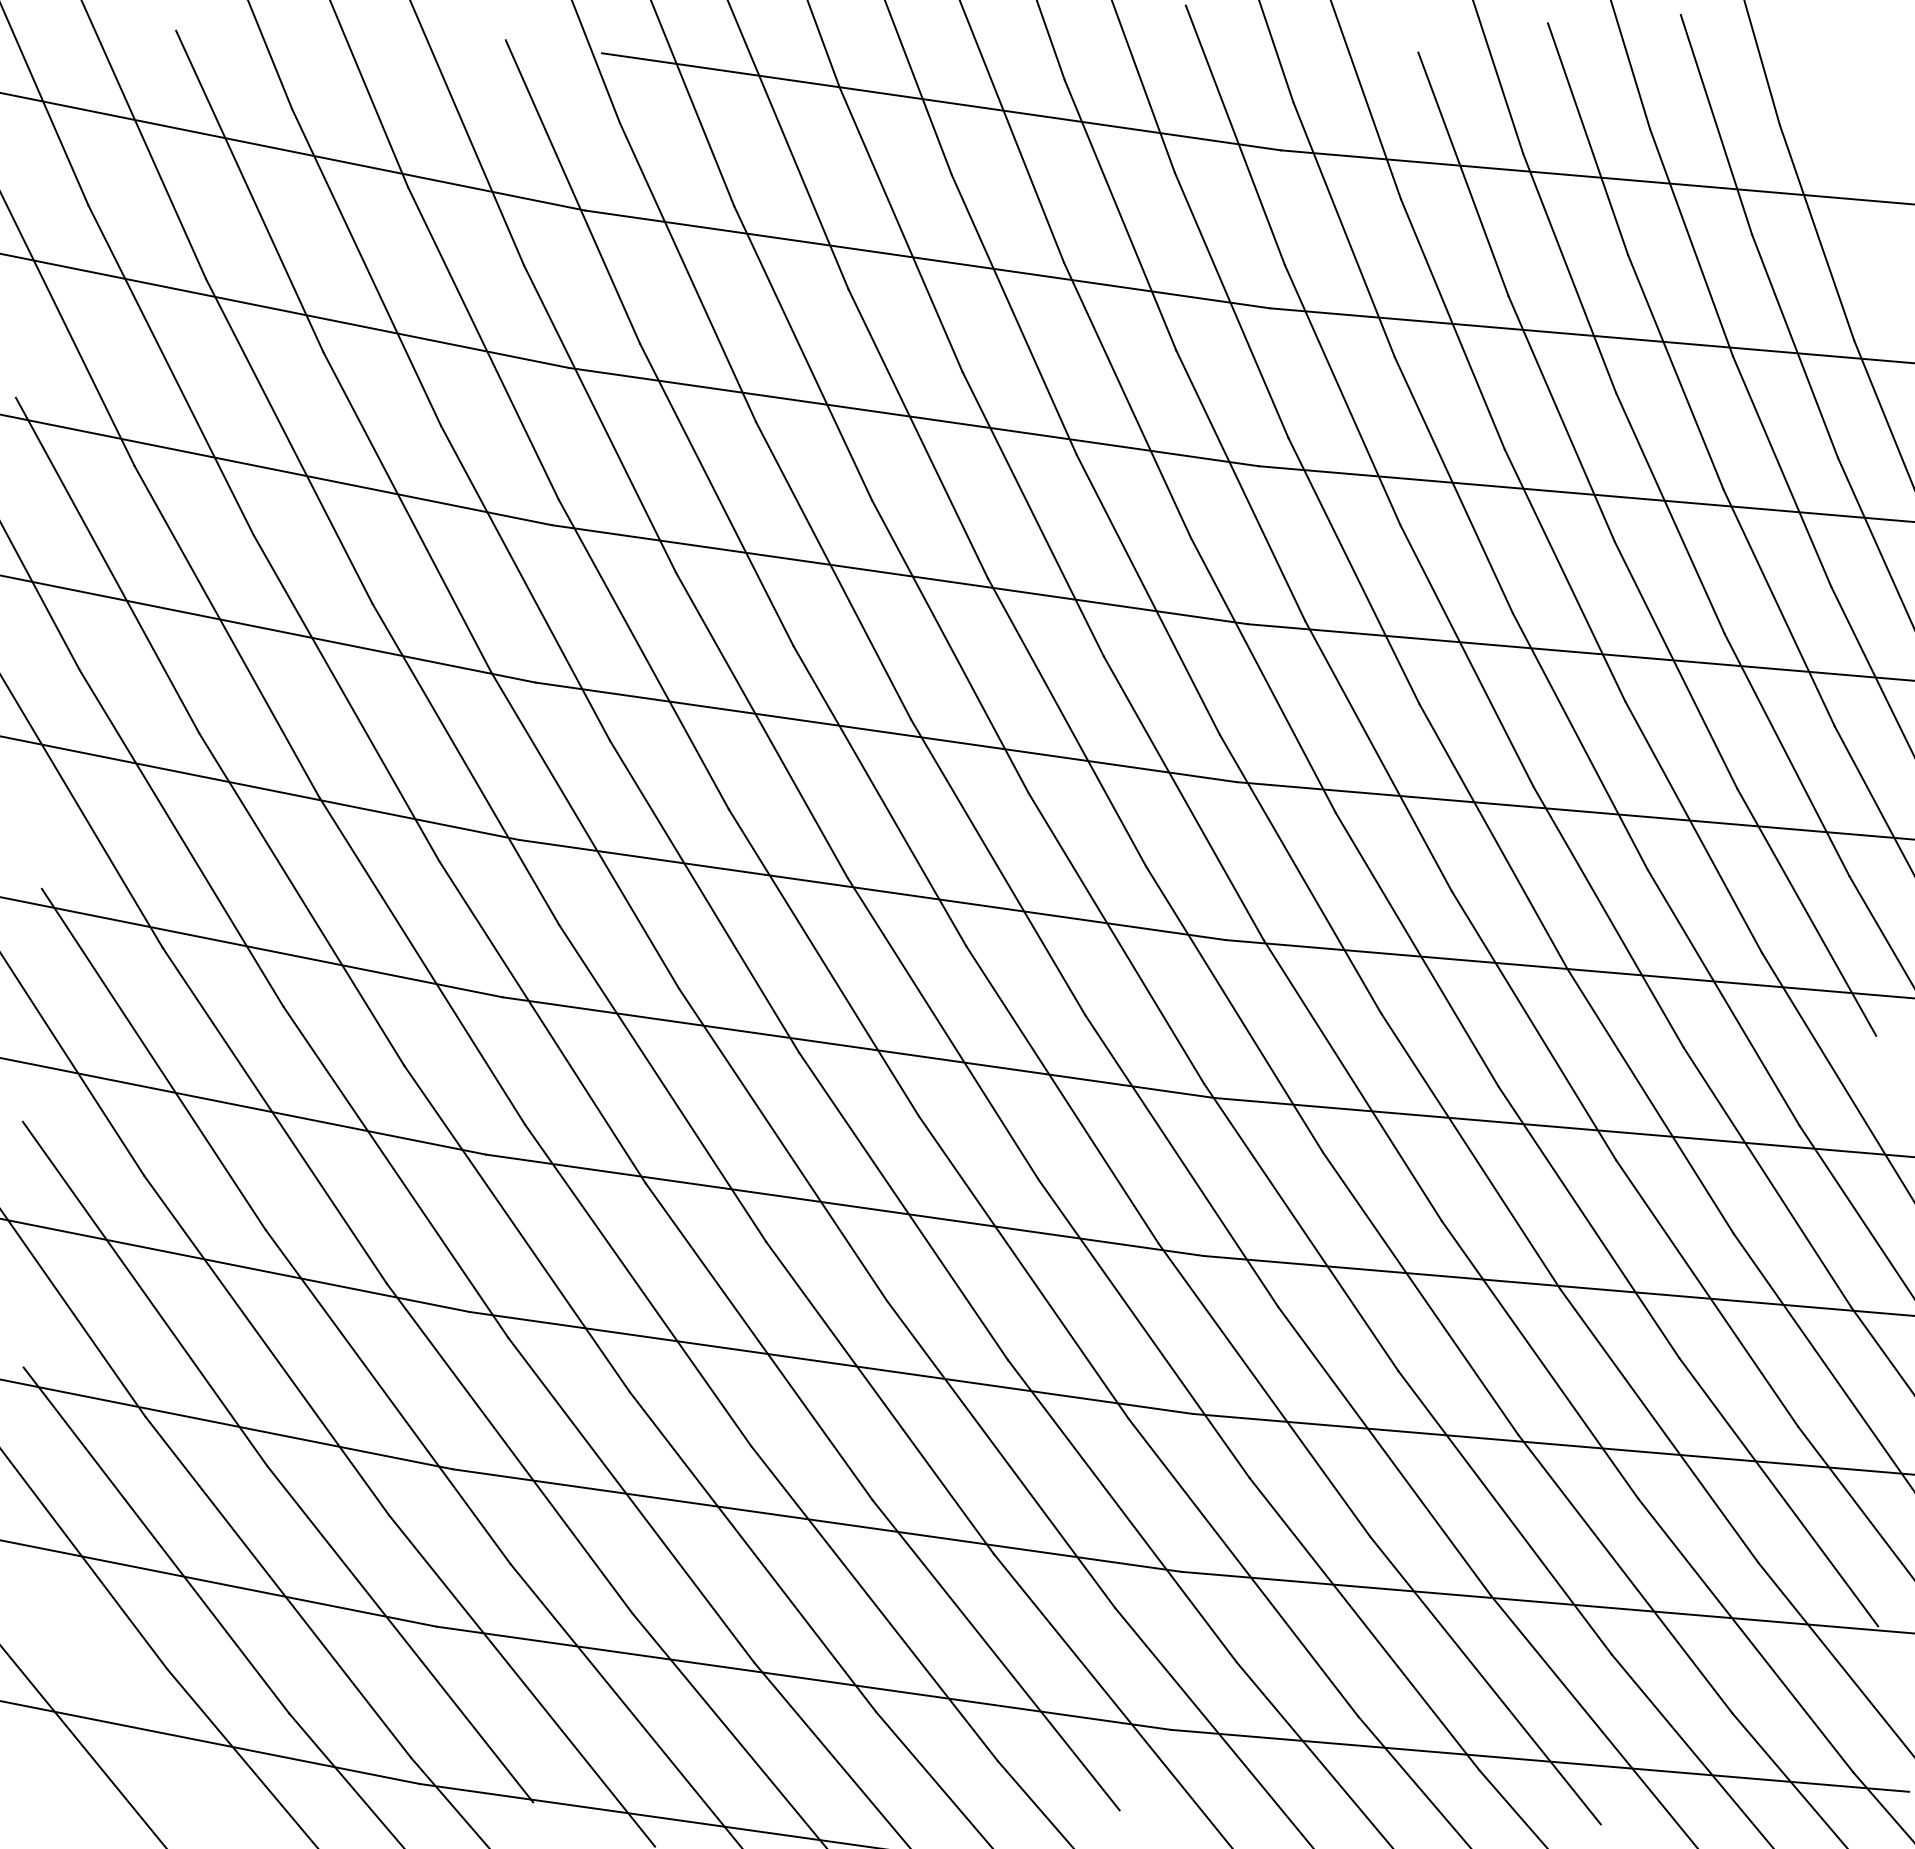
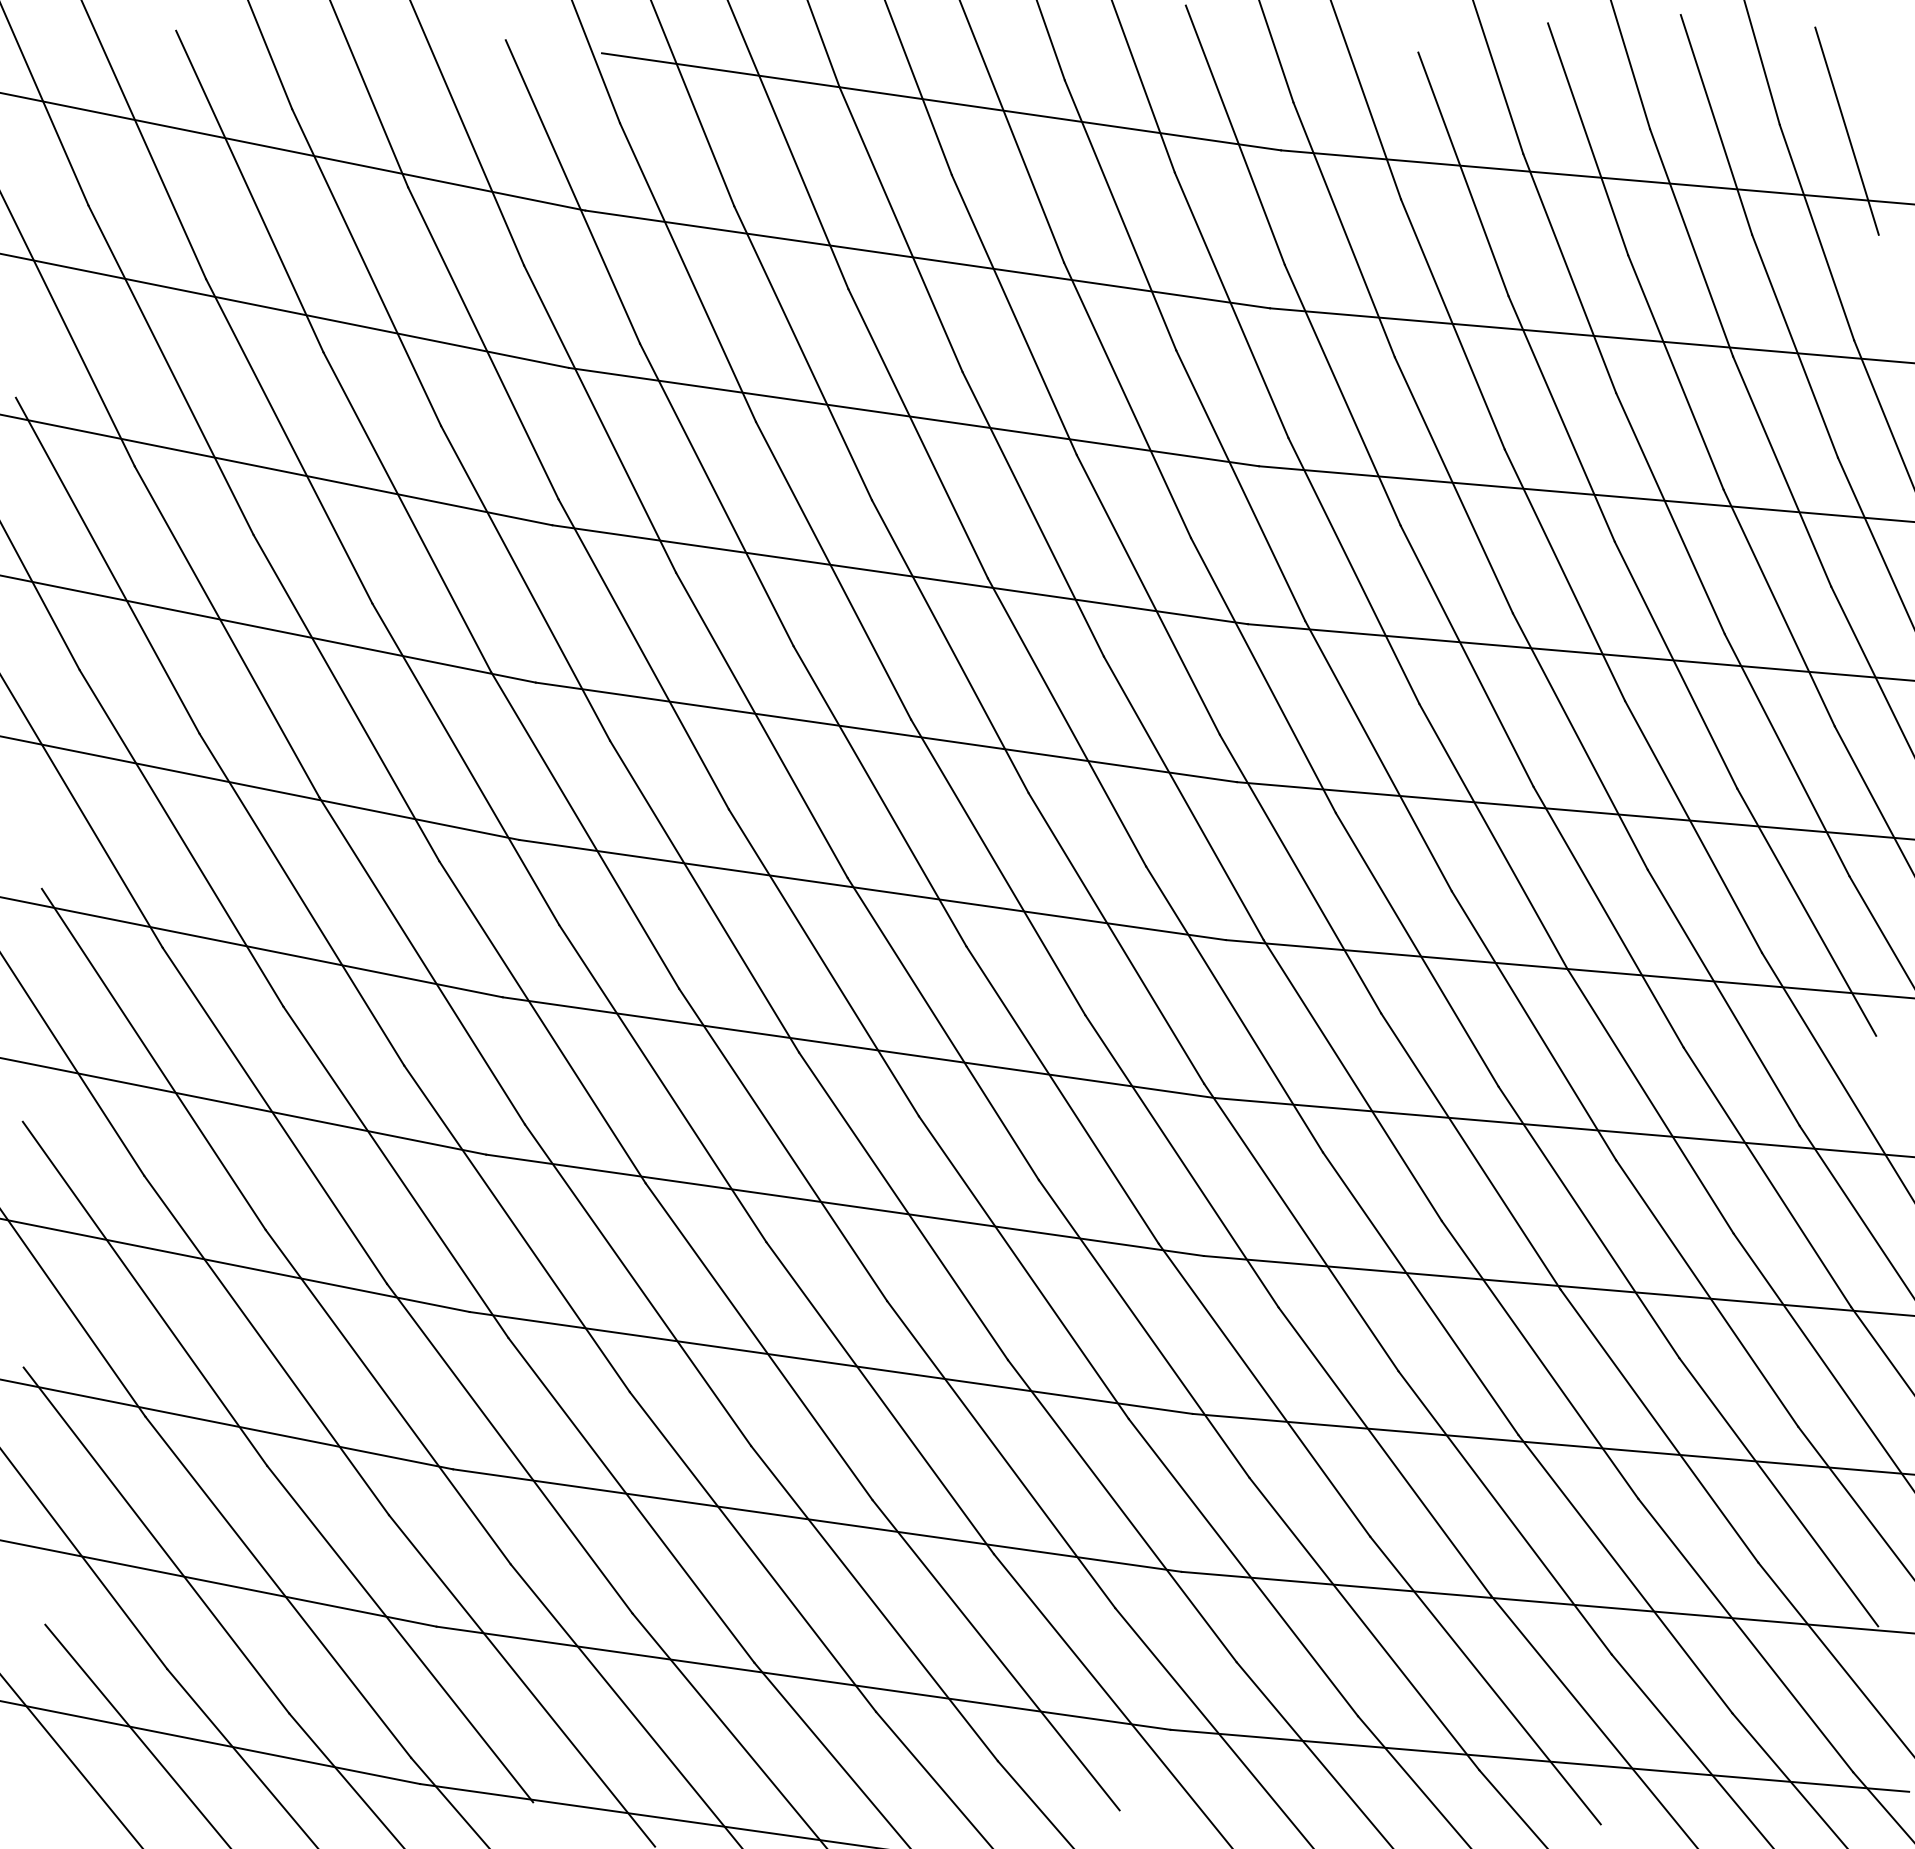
line at (1846, 130): none -> present
line at (136, 1734): none -> present
line at (83, 1746) position: (83, 1746) -> (71, 1760)
